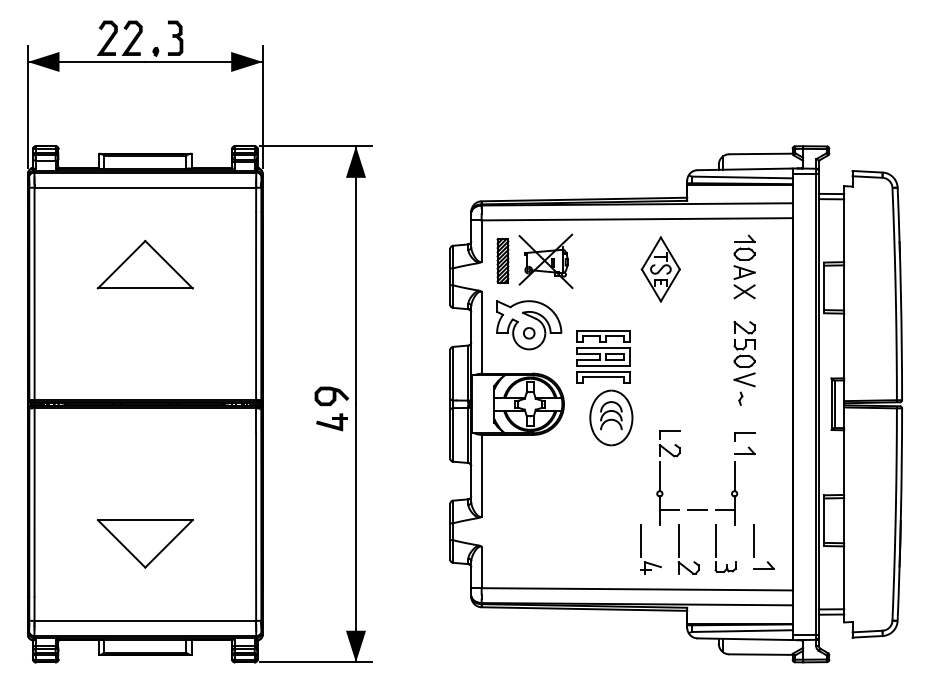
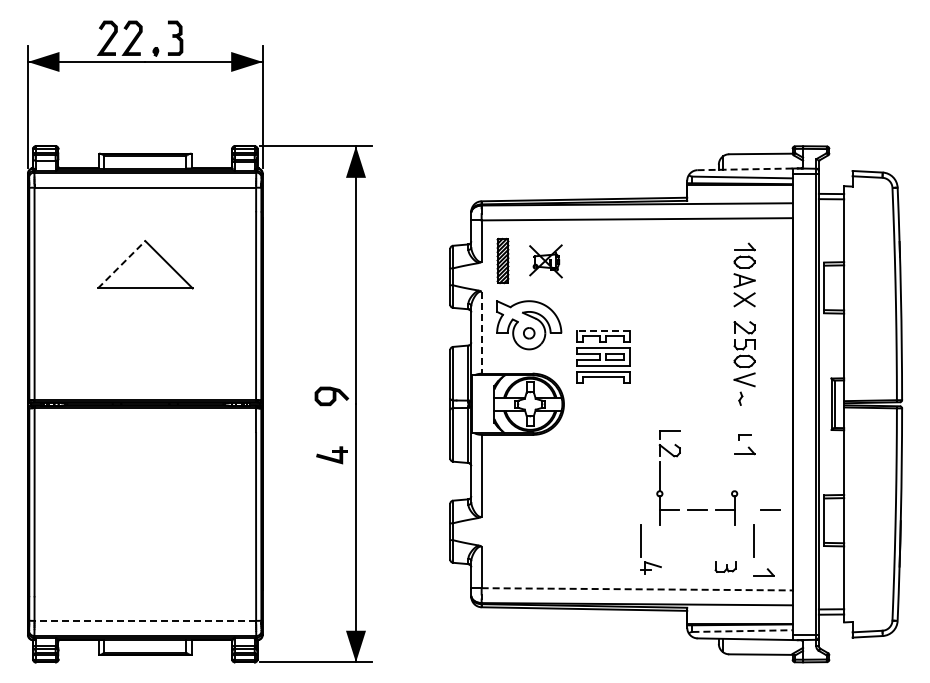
line at (744, 169): solid -> dashed
part at (545, 261) size: 56x57 px -> 34x35 px
line at (121, 264): solid -> dashed
part at (744, 266) position: (744, 266) -> (744, 274)
part at (660, 269): present -> none
line at (602, 330): solid -> dashed
line at (481, 332): solid -> dashed
part at (611, 417): present -> none
part at (331, 422) position: (331, 422) -> (331, 455)
part at (744, 436) size: 22x10 px -> 14x7 px
line at (734, 476): present -> none
line at (770, 509): none -> present
line at (715, 541): present -> none
part at (144, 543): present -> none
part at (679, 549): present -> none
part at (763, 565) position: (763, 565) -> (763, 572)
line at (637, 589): solid -> dashed
line at (145, 620): solid -> dashed
line at (742, 631): solid -> dashed
